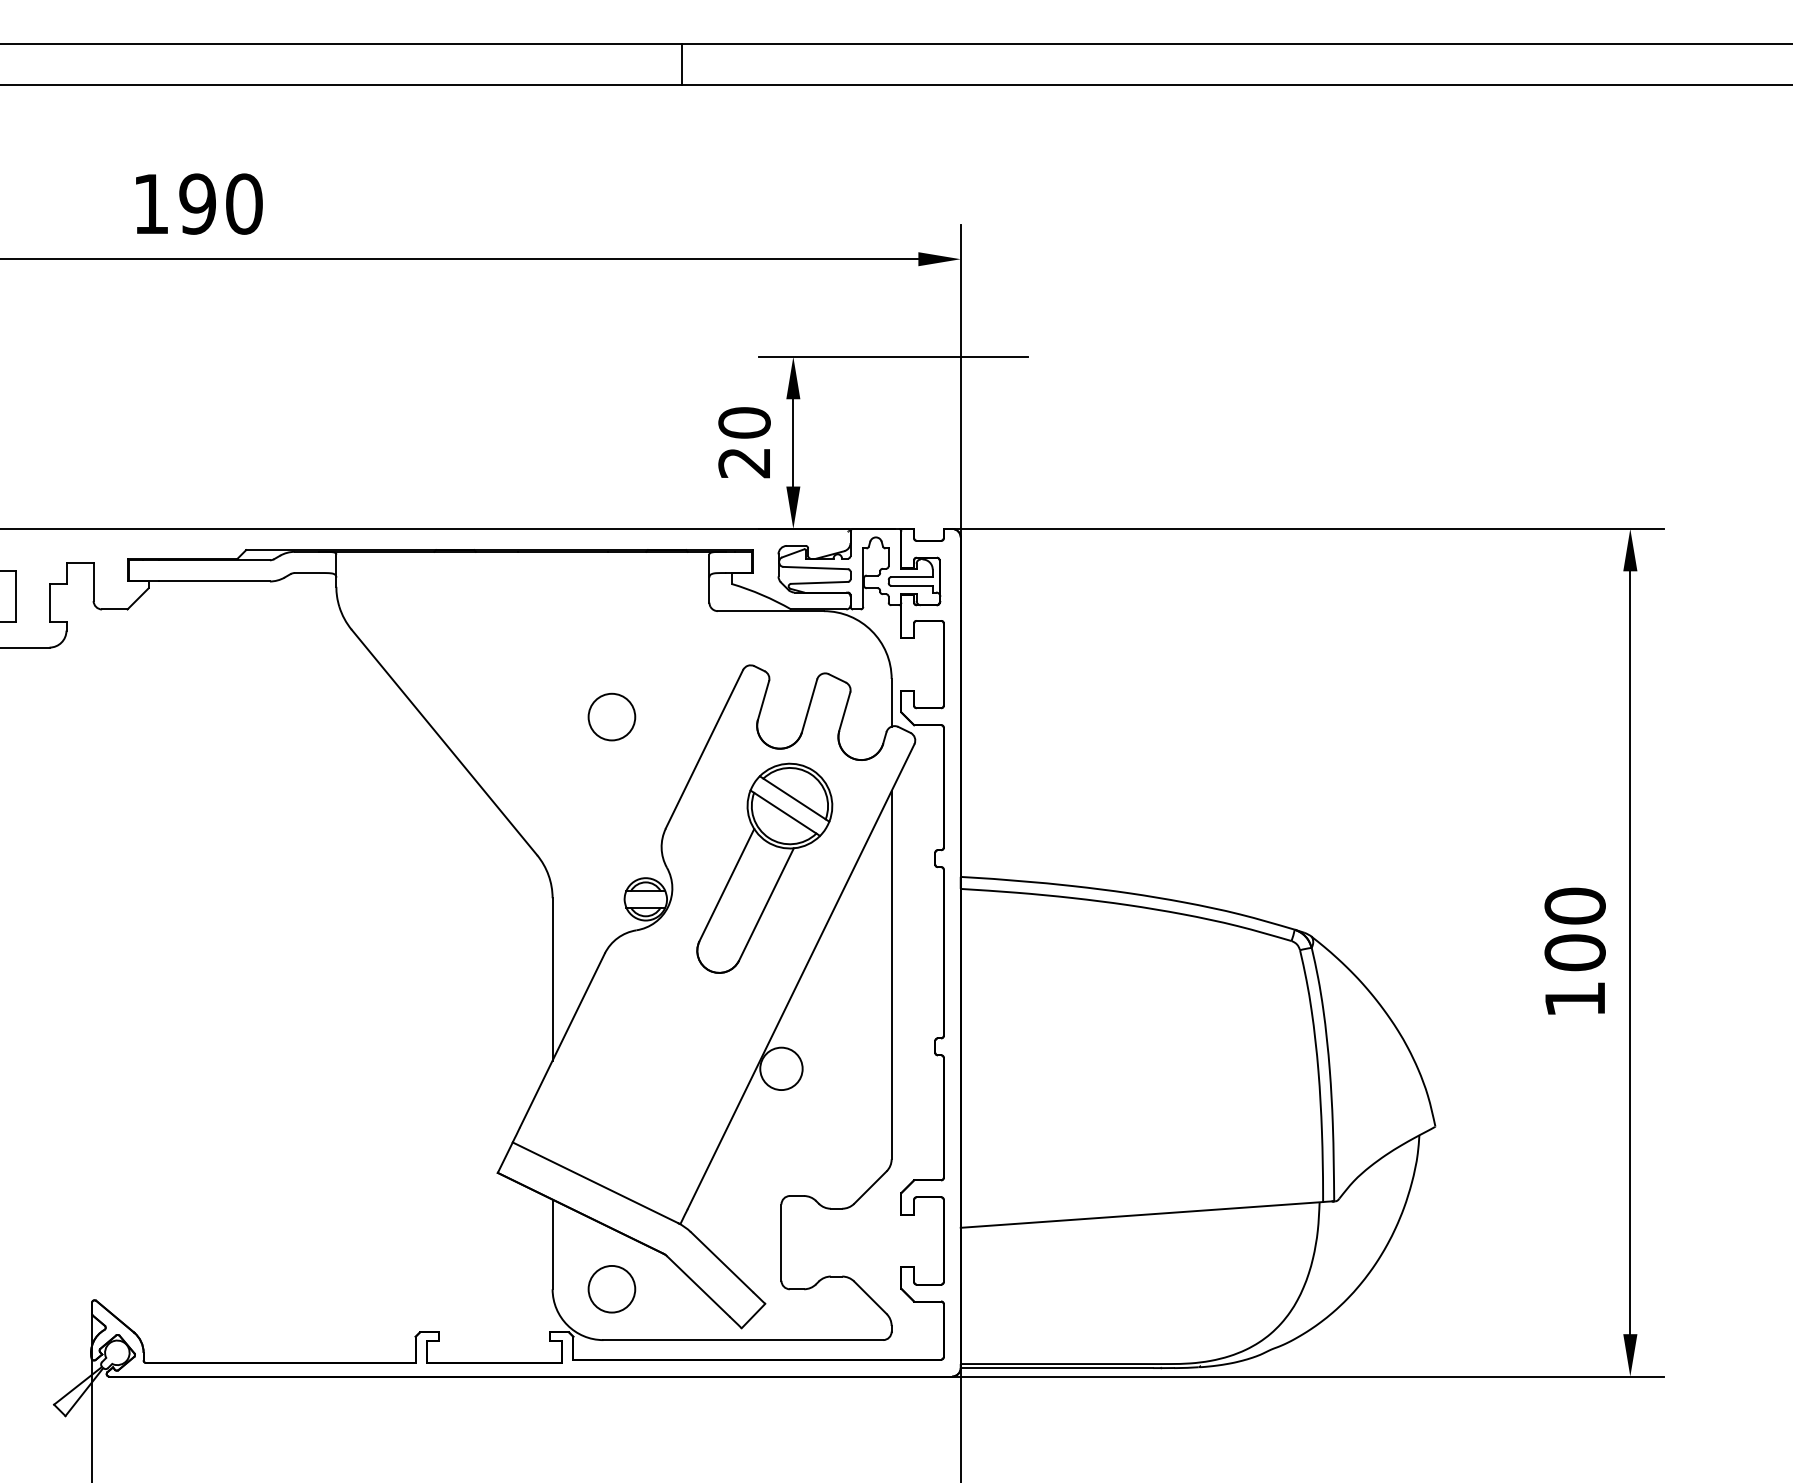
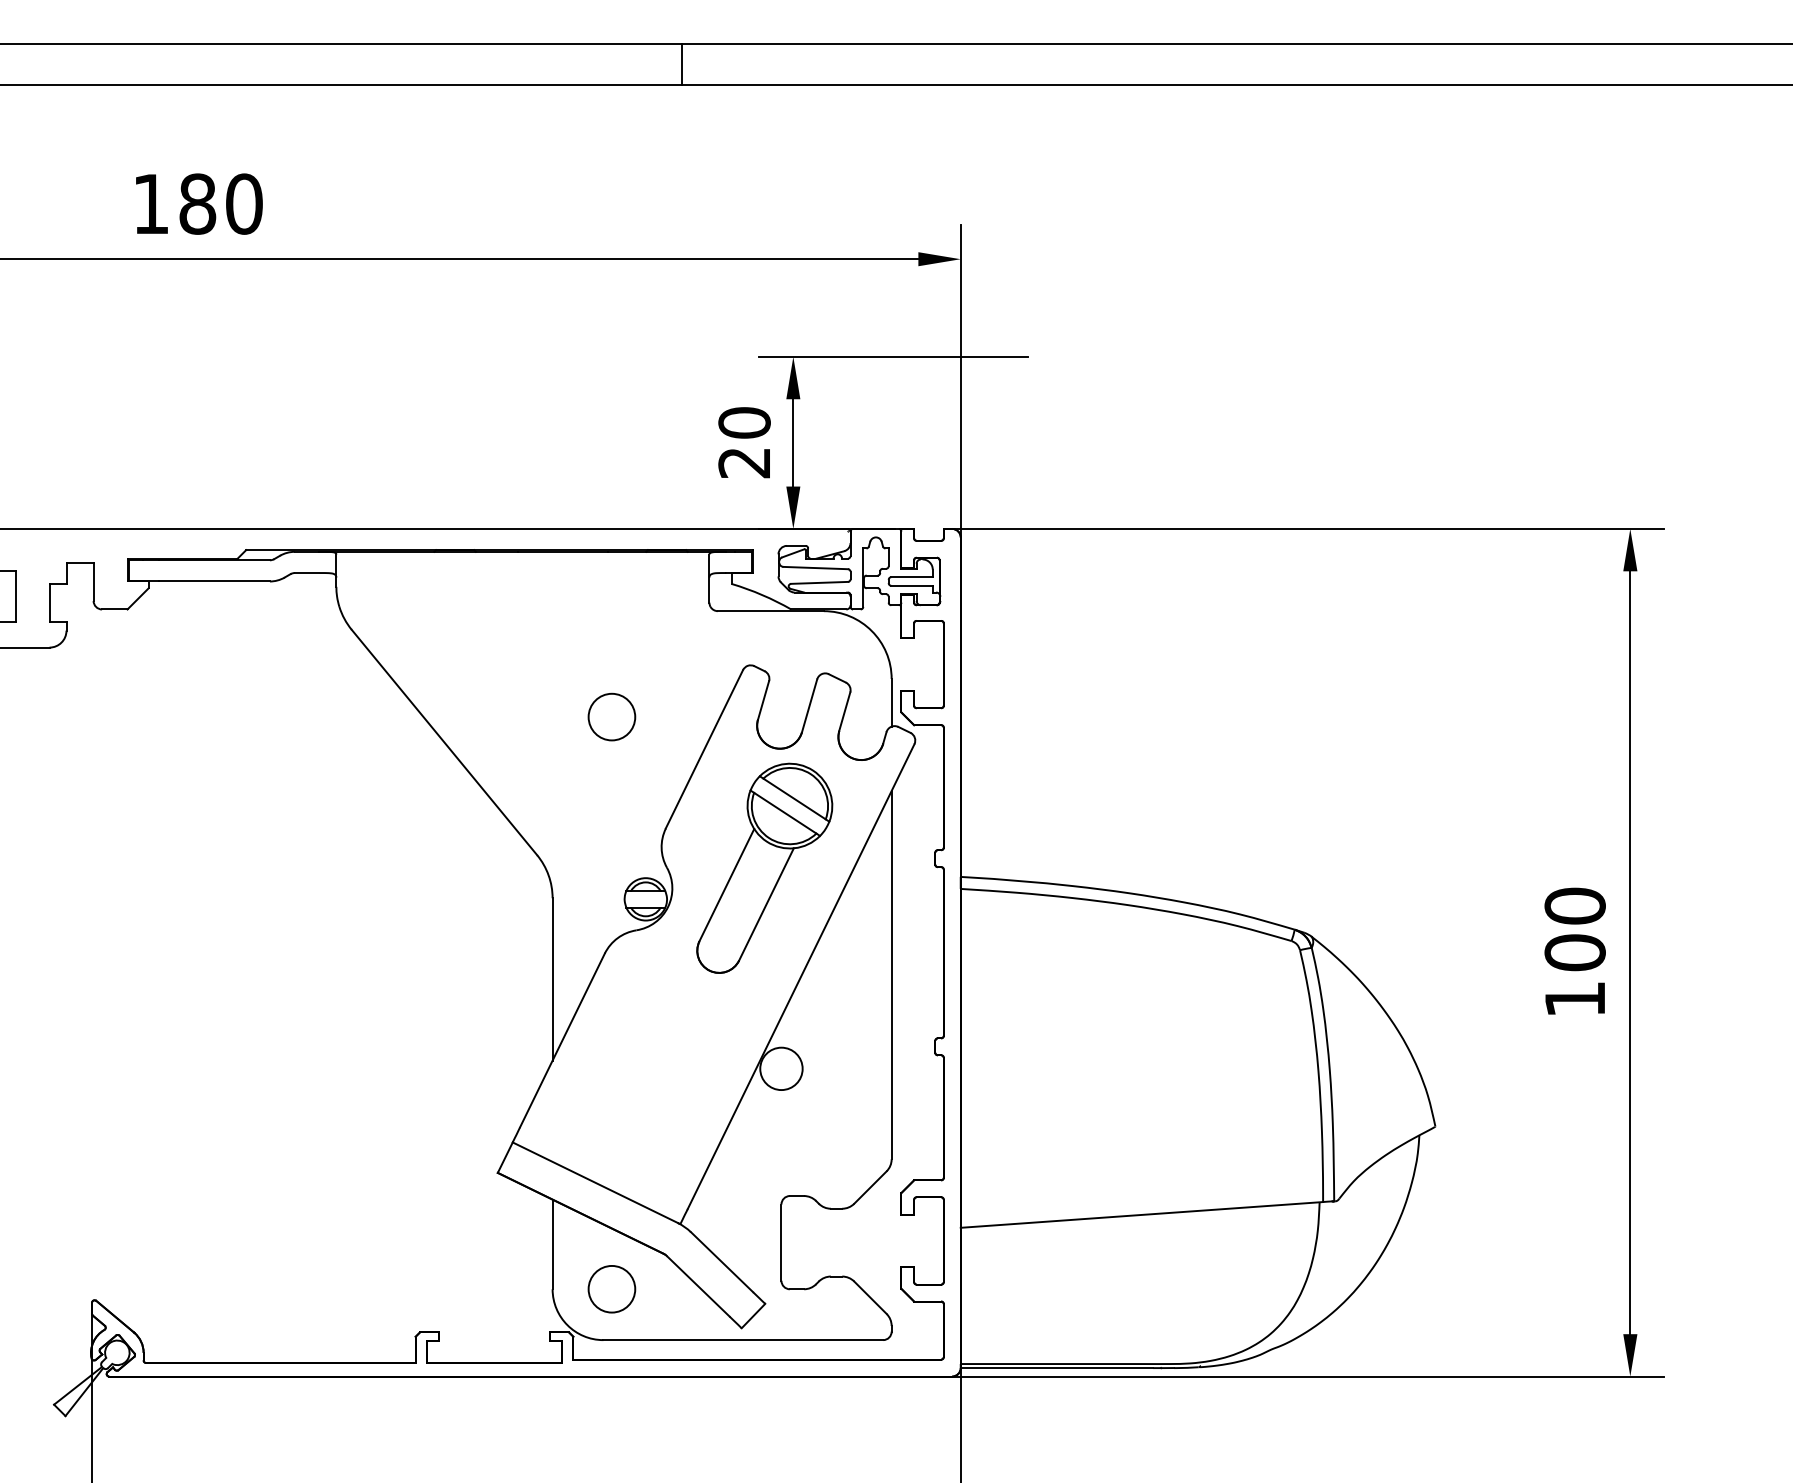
text at (197, 203): 190 -> 180
